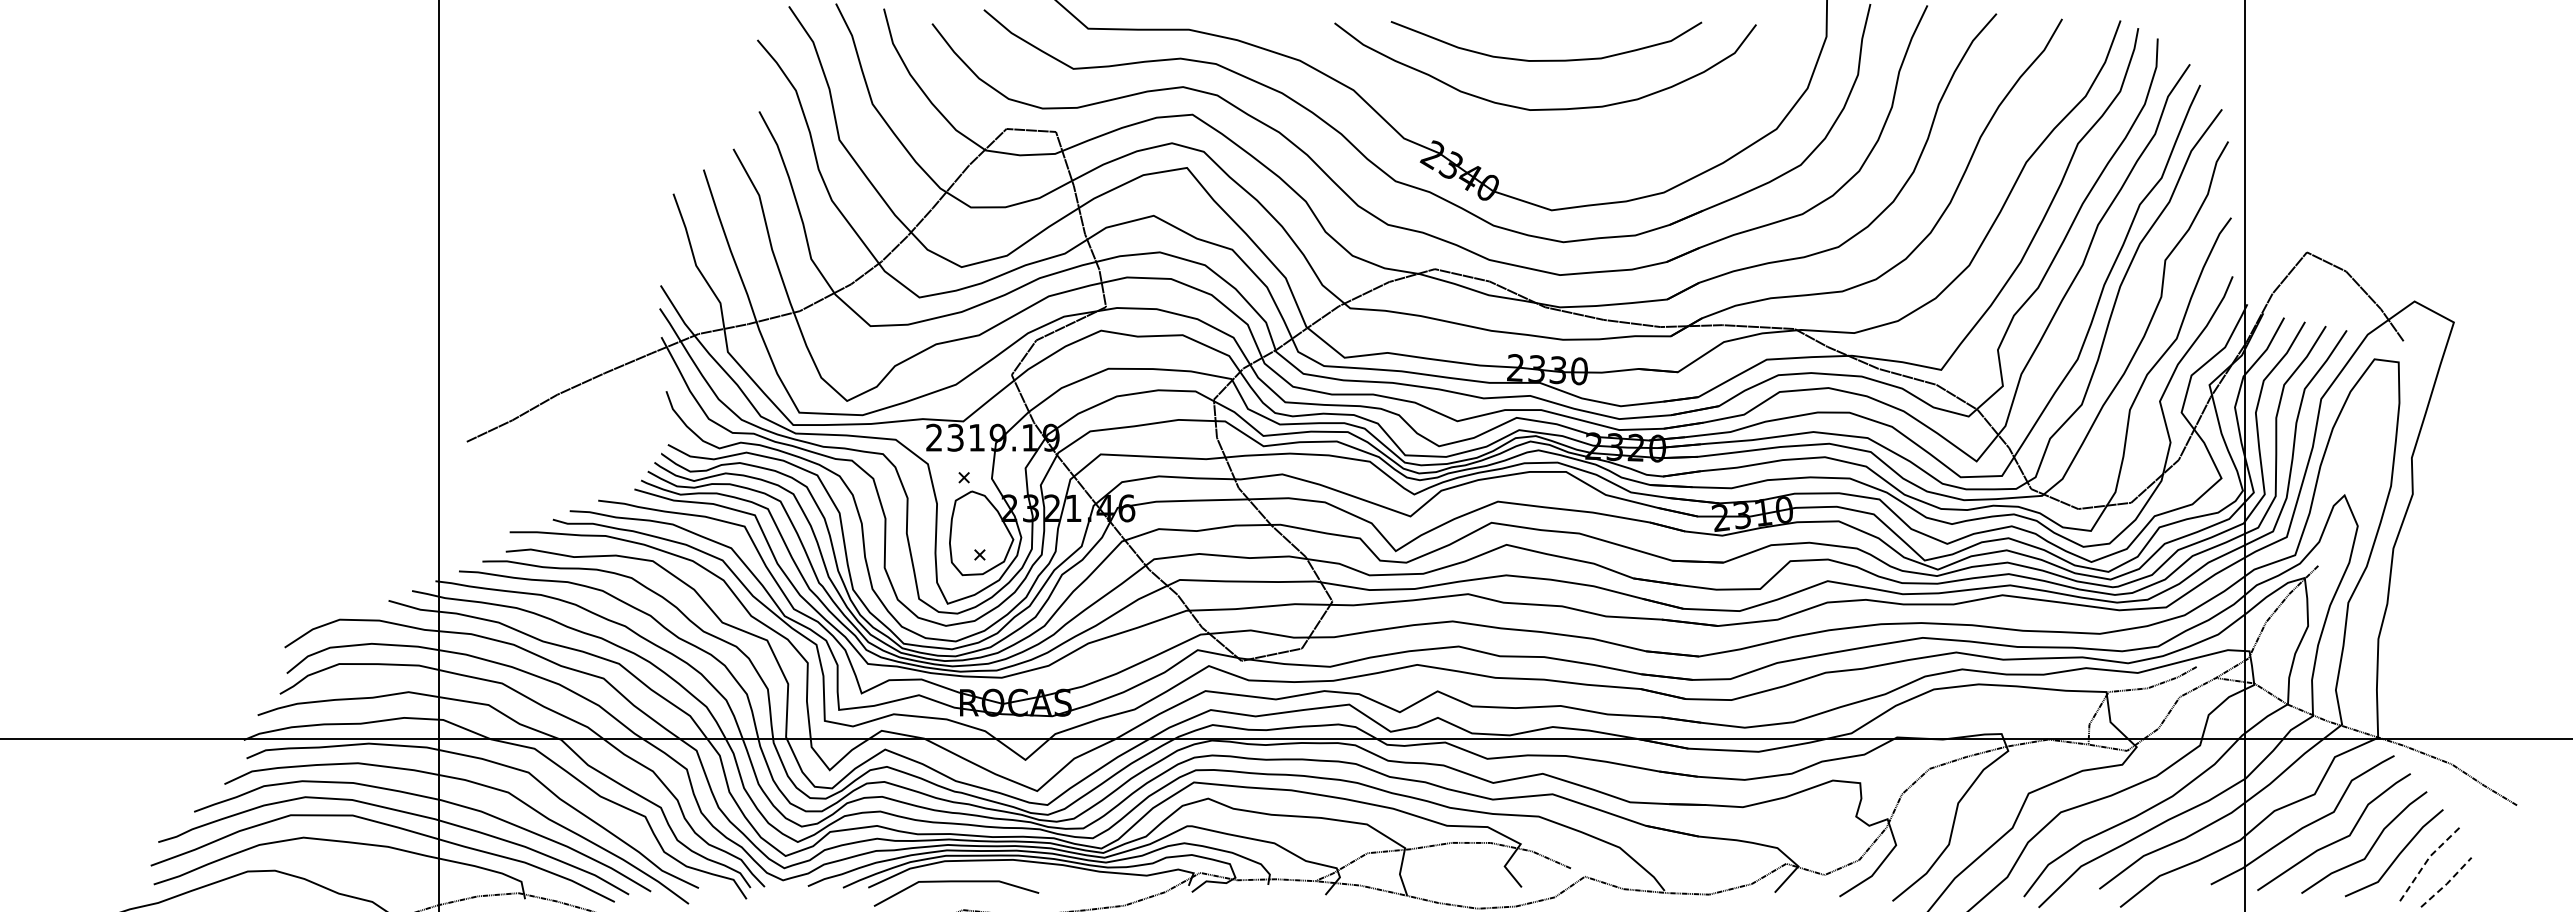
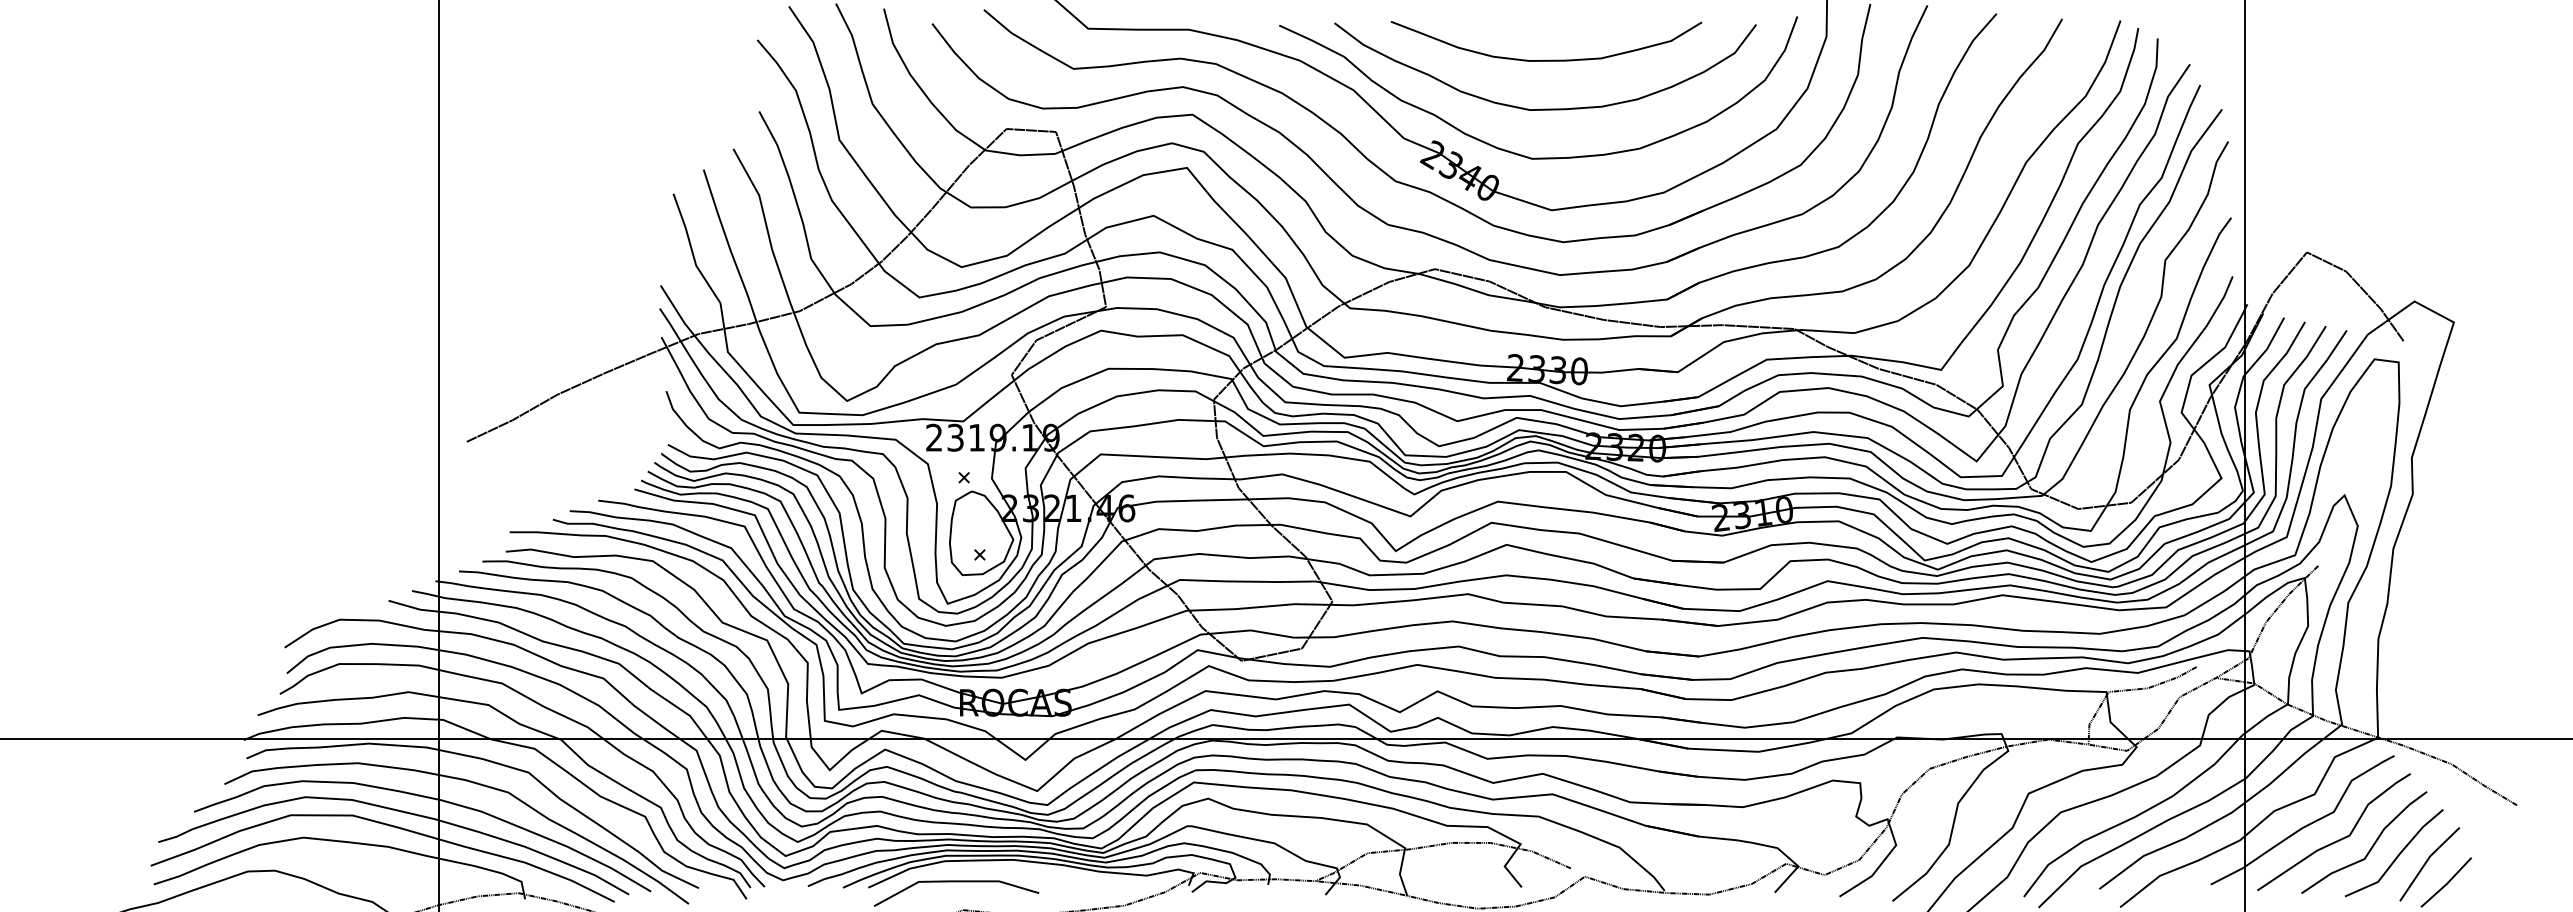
curve at (1522, 154): none -> present
line at (2426, 861): dashed -> solid
line at (2446, 883): dashed -> solid
